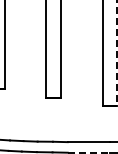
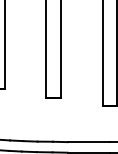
line at (117, 53): dashed -> solid
line at (89, 152): dashed -> solid
